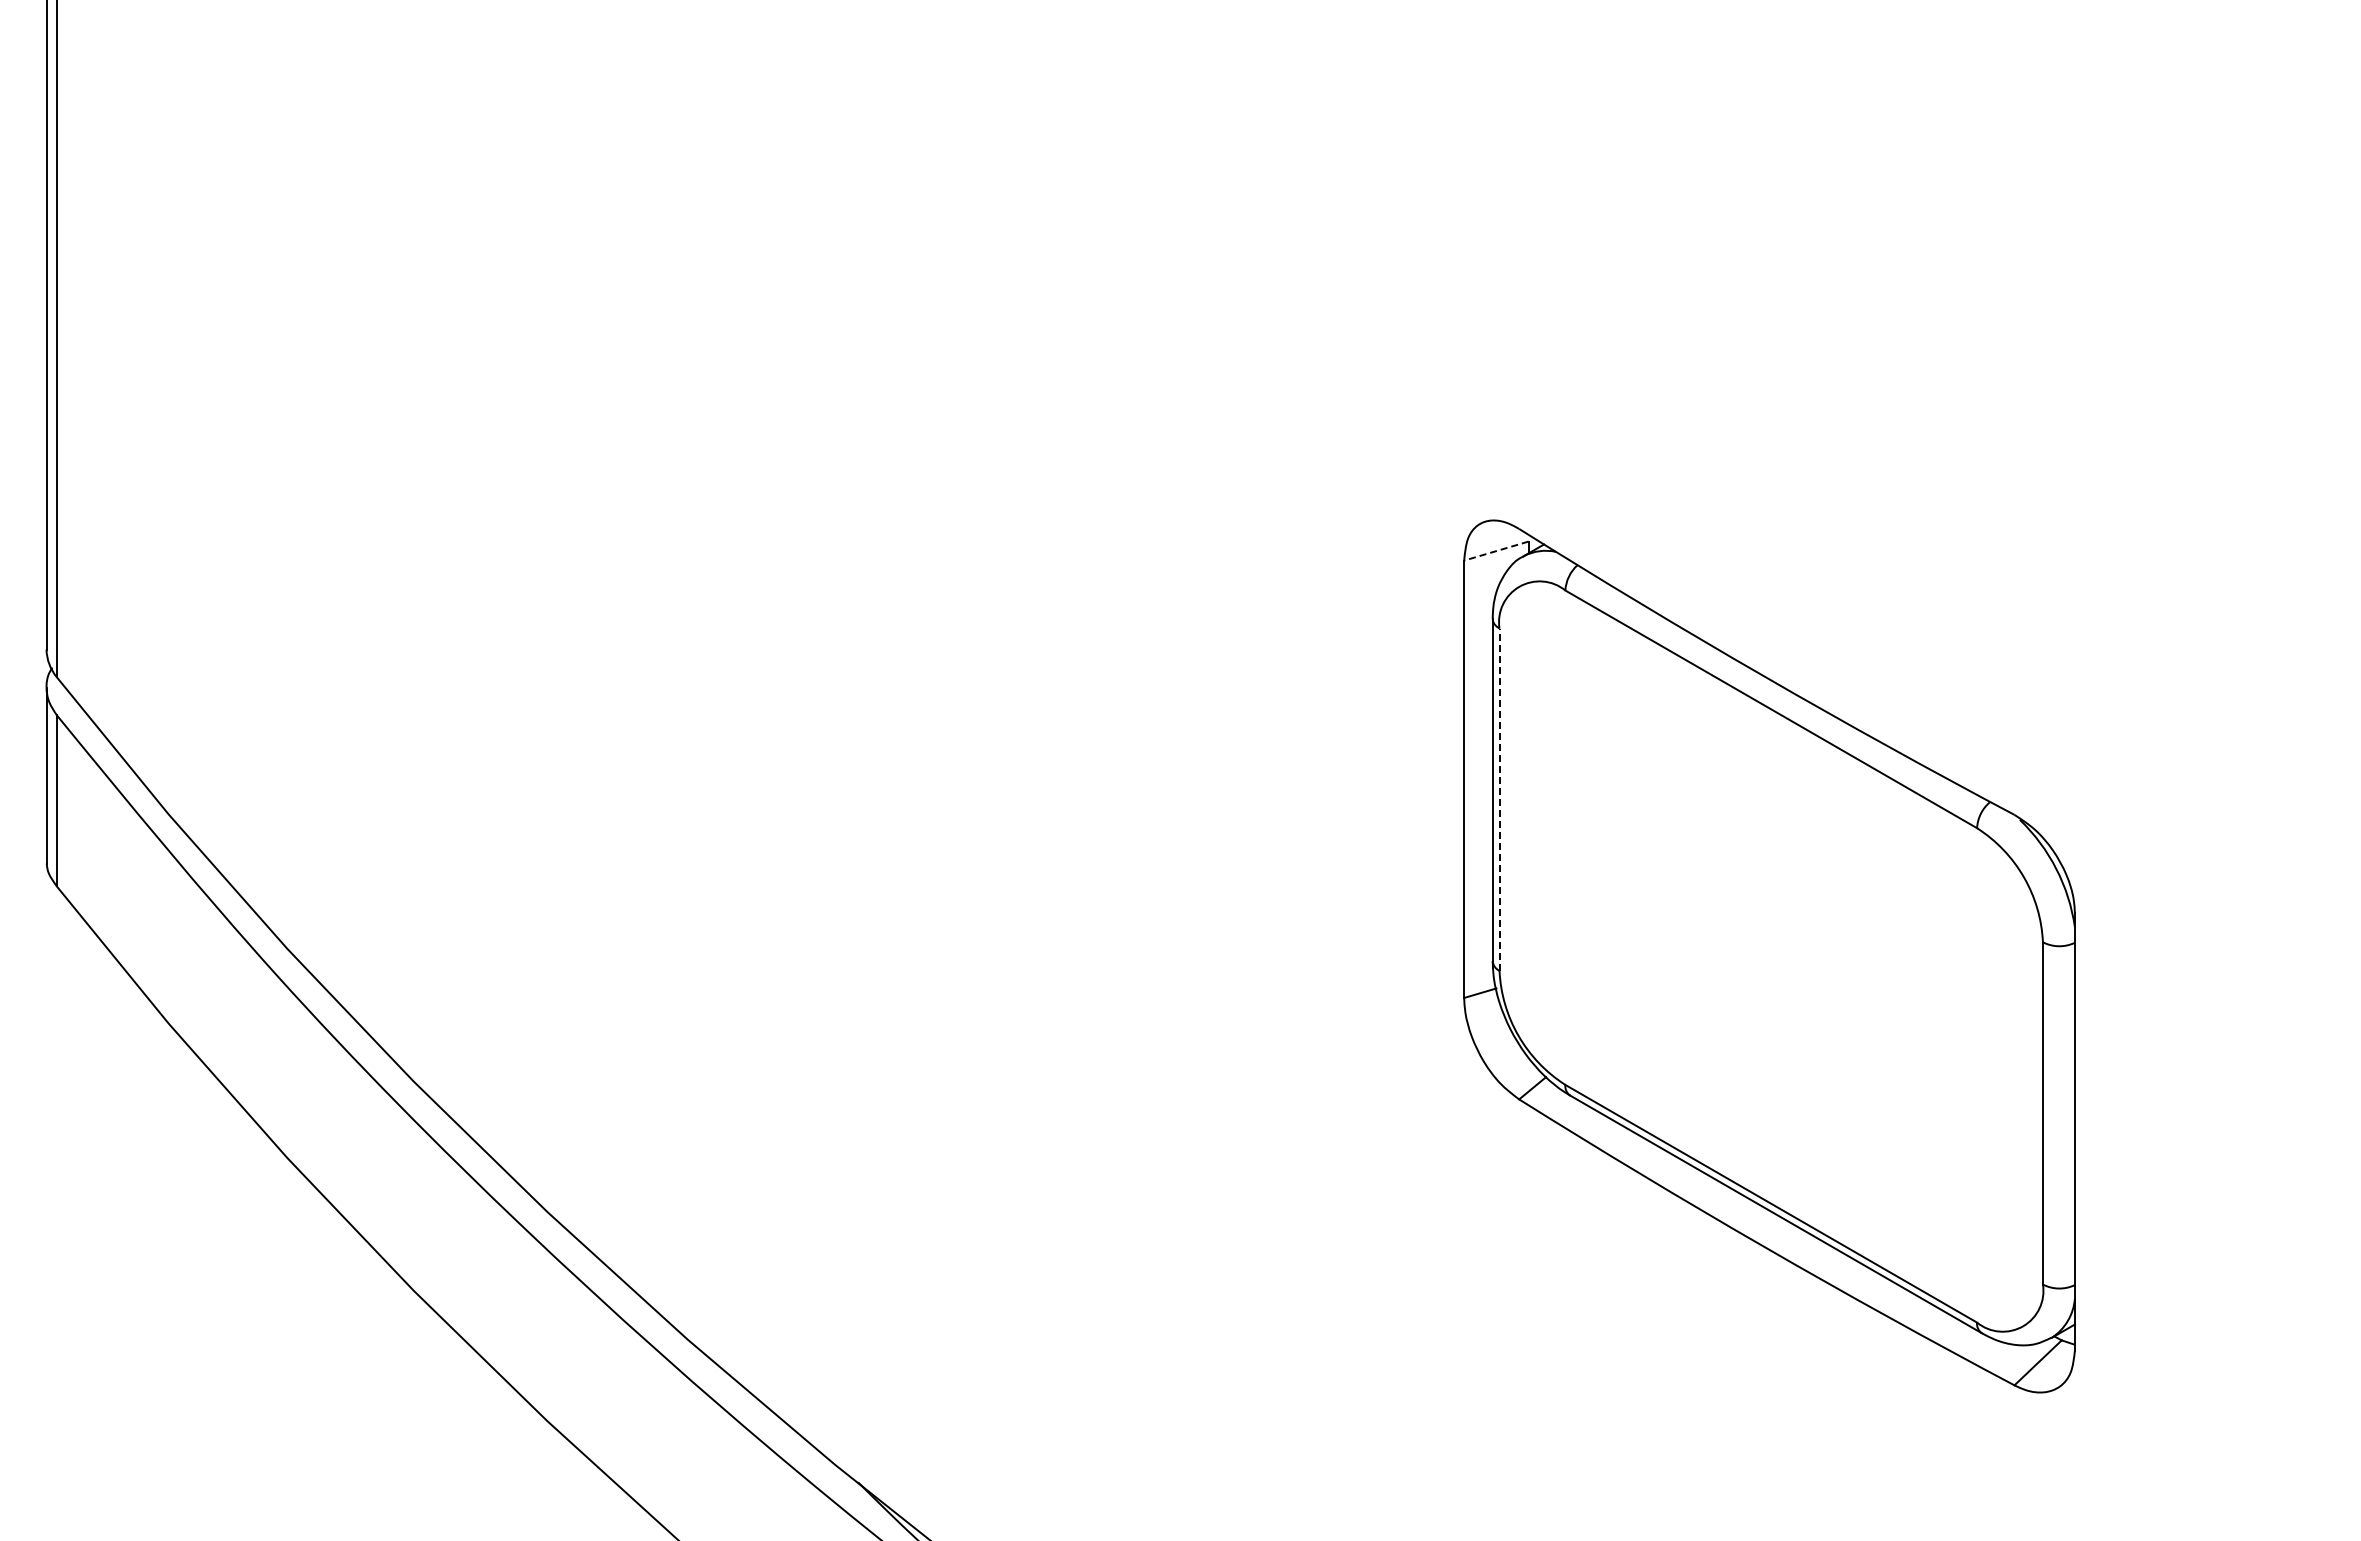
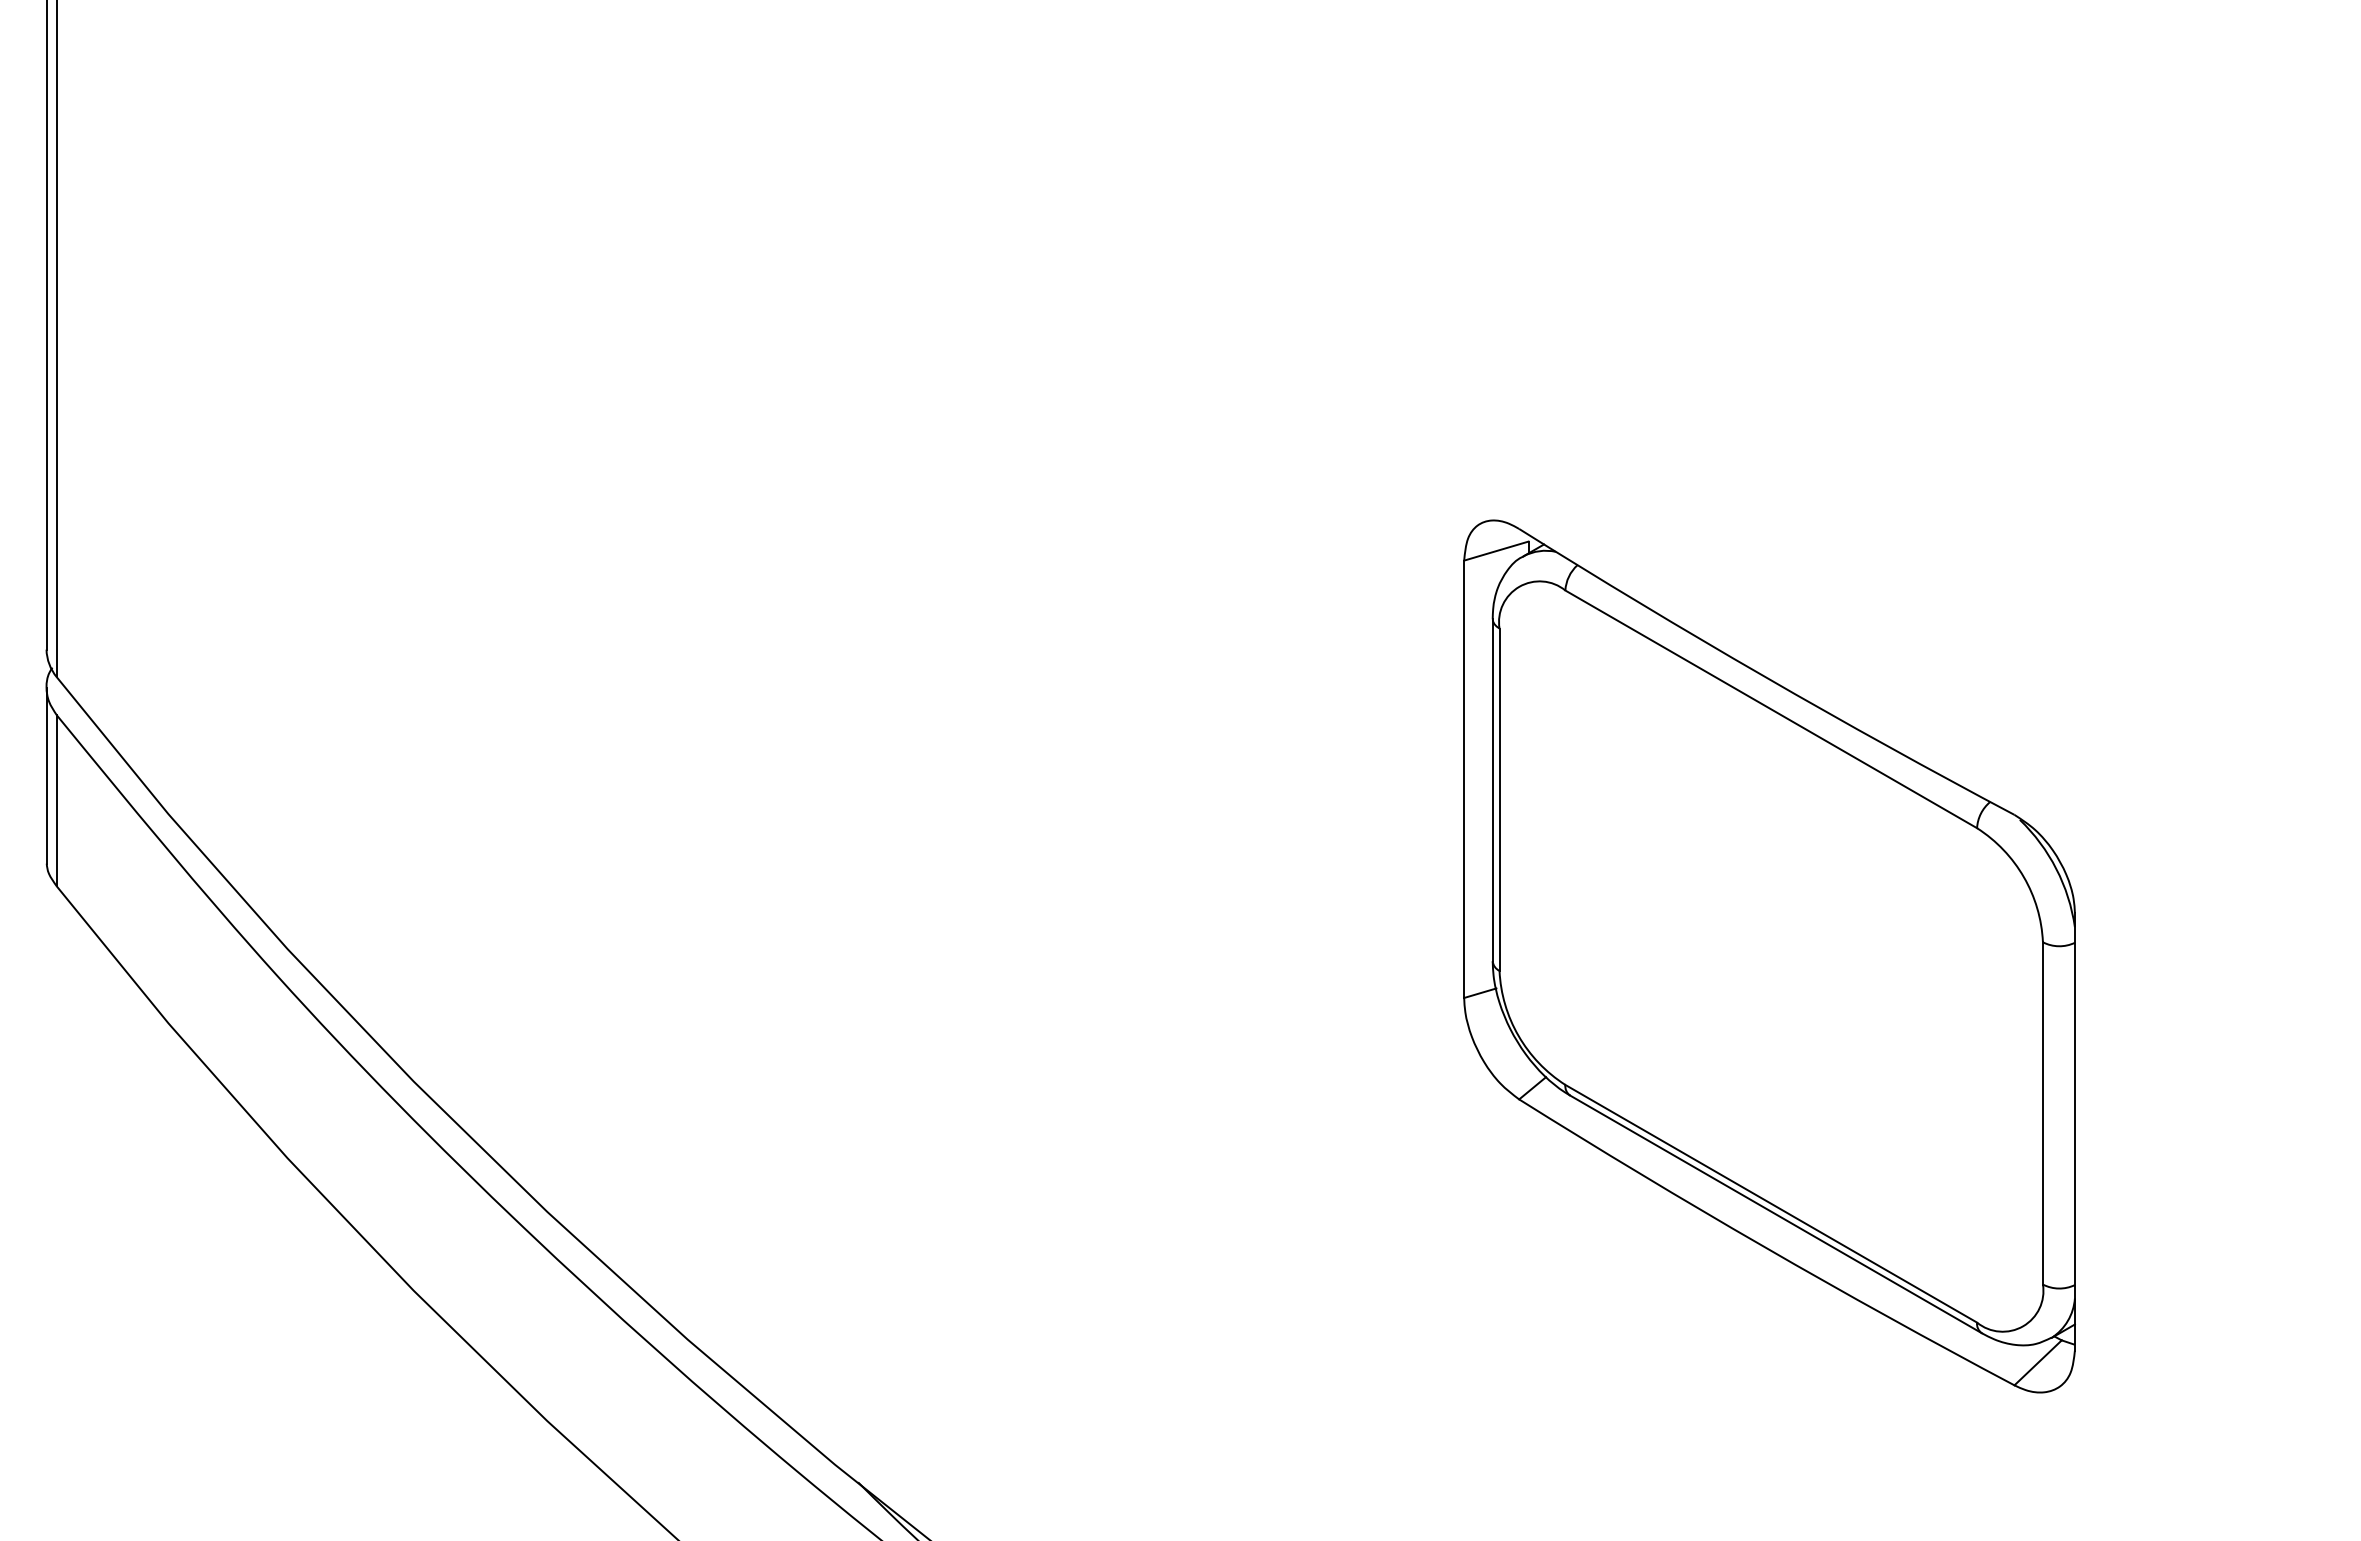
line at (1496, 551): dashed -> solid
line at (1499, 799): dashed -> solid
